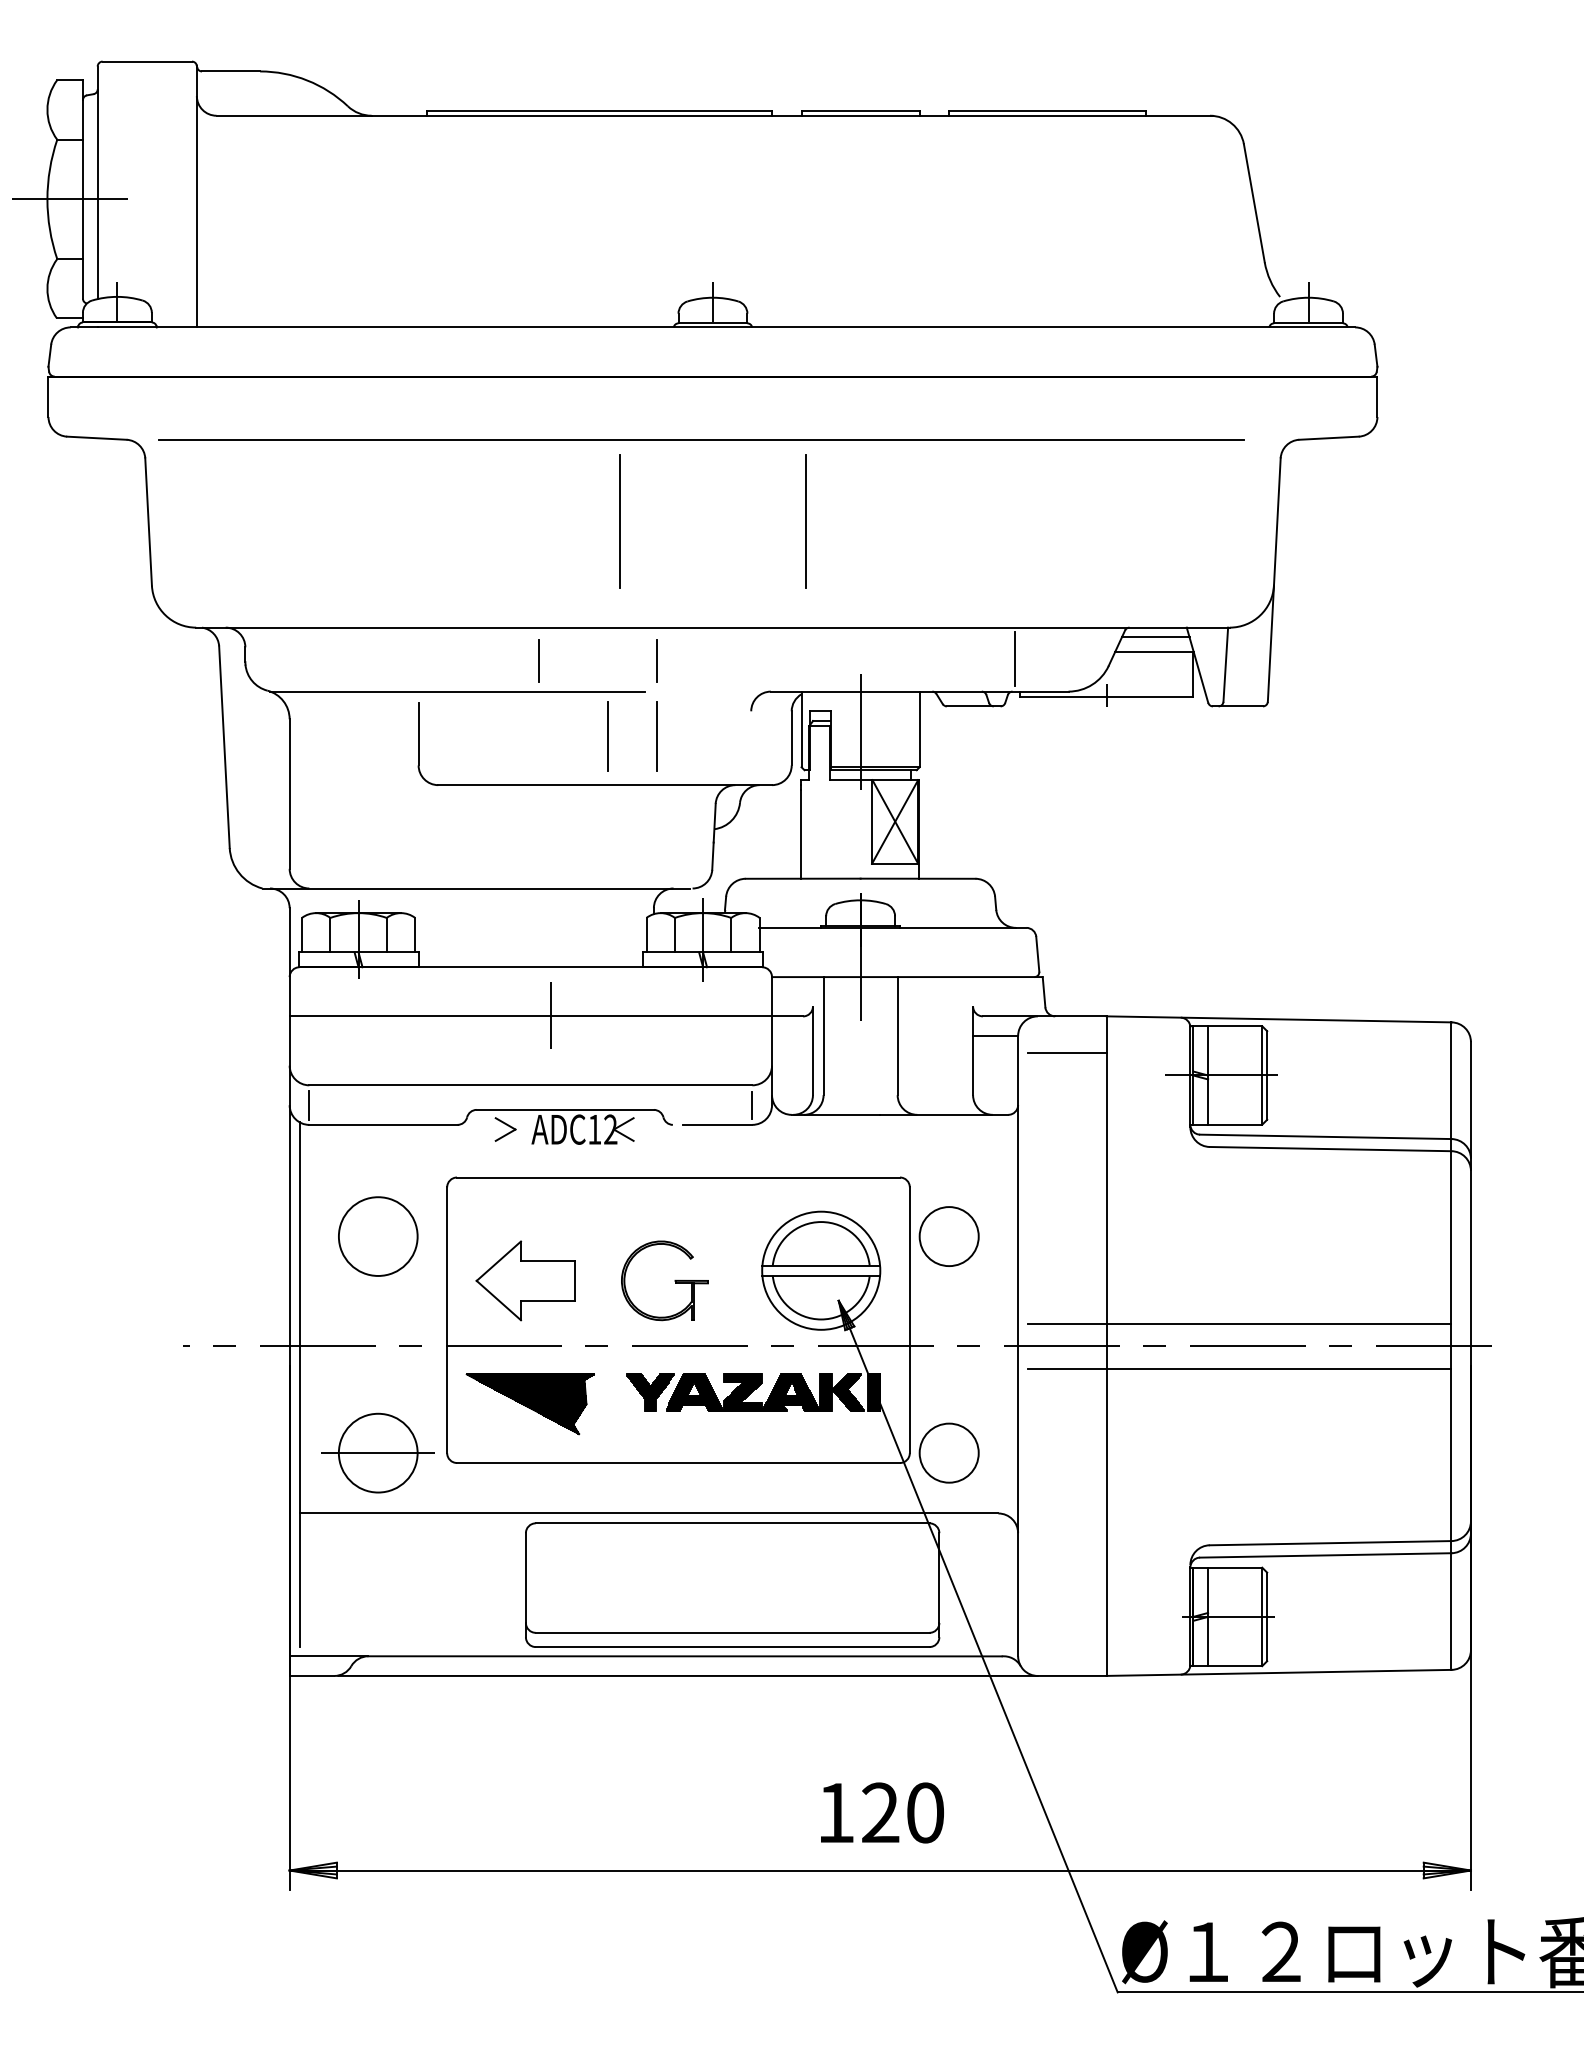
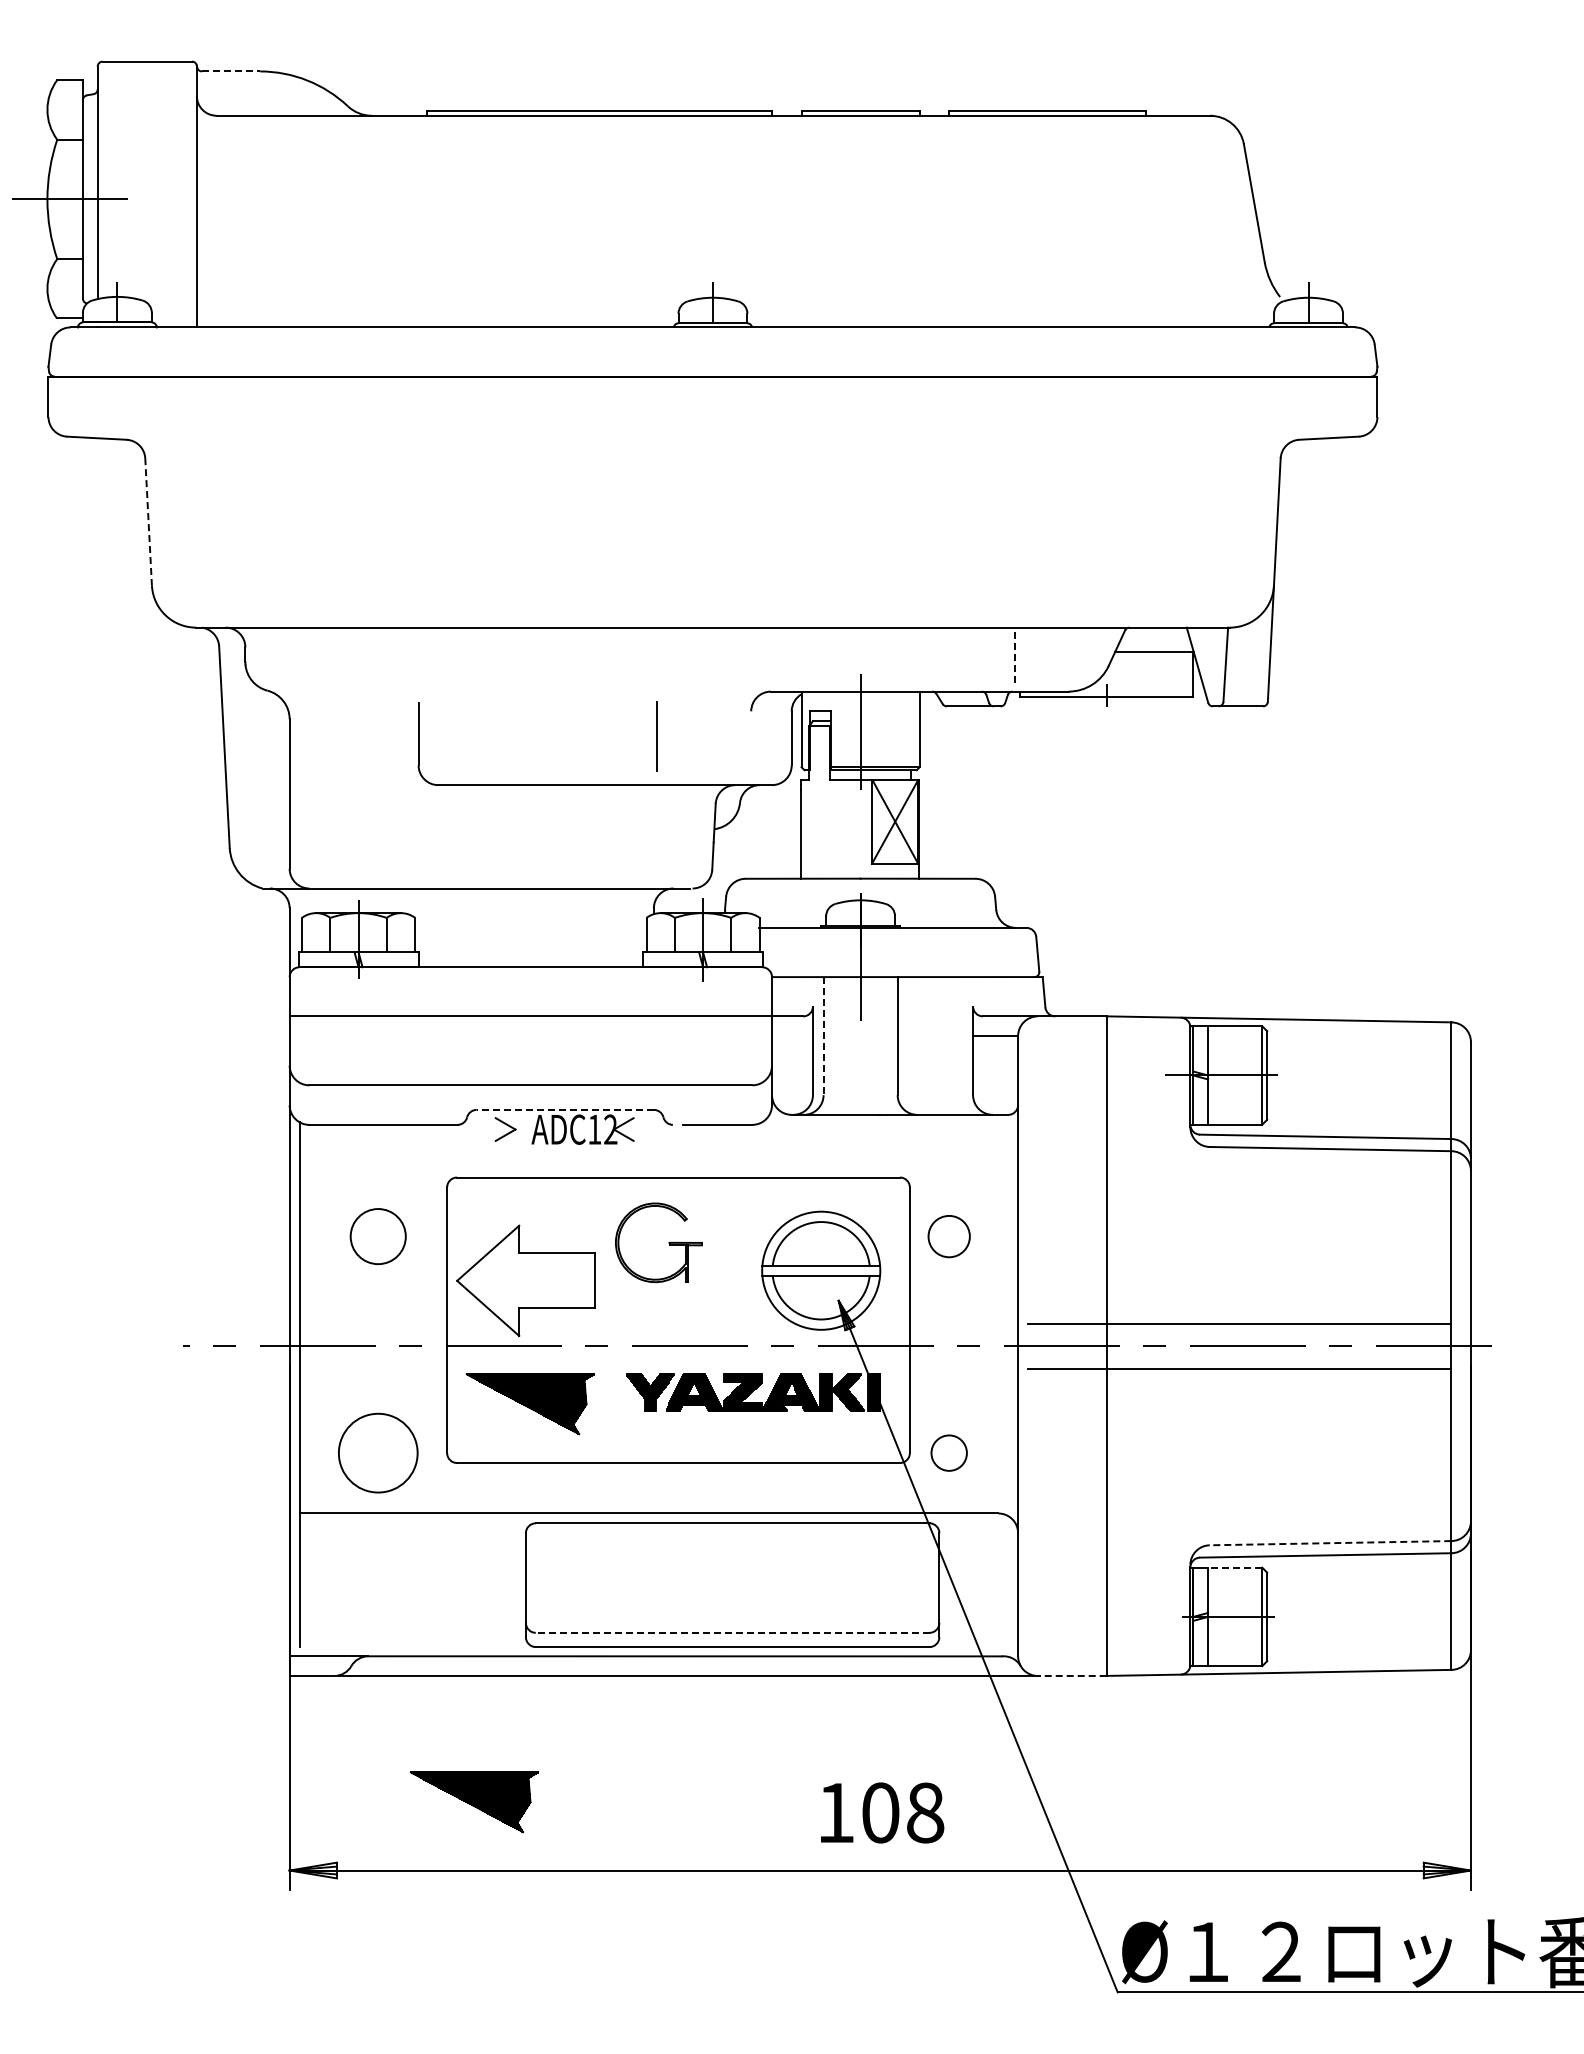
line at (231, 71): solid -> dashed
line at (701, 439): present -> none
line at (148, 521): solid -> dashed
line at (619, 521): present -> none
line at (806, 521): present -> none
line at (1155, 637): present -> none
line at (1015, 659): solid -> dashed
line at (538, 660): present -> none
line at (656, 660): present -> none
line at (457, 691): present -> none
line at (607, 736): present -> none
line at (550, 1015): present -> none
line at (823, 1036): solid -> dashed
line at (1066, 1052): present -> none
line at (309, 1105): present -> none
line at (752, 1105): present -> none
line at (565, 1109): solid -> dashed
circle at (377, 1236) diameter: 79 px -> 55 px
circle at (948, 1236) diameter: 59 px -> 41 px
part at (525, 1280) size: 101x82 px -> 140x113 px
part at (674, 1280) position: (674, 1280) -> (668, 1242)
circle at (948, 1452) diameter: 59 px -> 35 px
line at (377, 1453): present -> none
line at (1330, 1543): solid -> dashed
line at (1234, 1567): solid -> dashed
line at (732, 1632): solid -> dashed
line at (1071, 1675): solid -> dashed
part at (473, 1802): none -> present
text at (903, 1812): 120 -> 108
